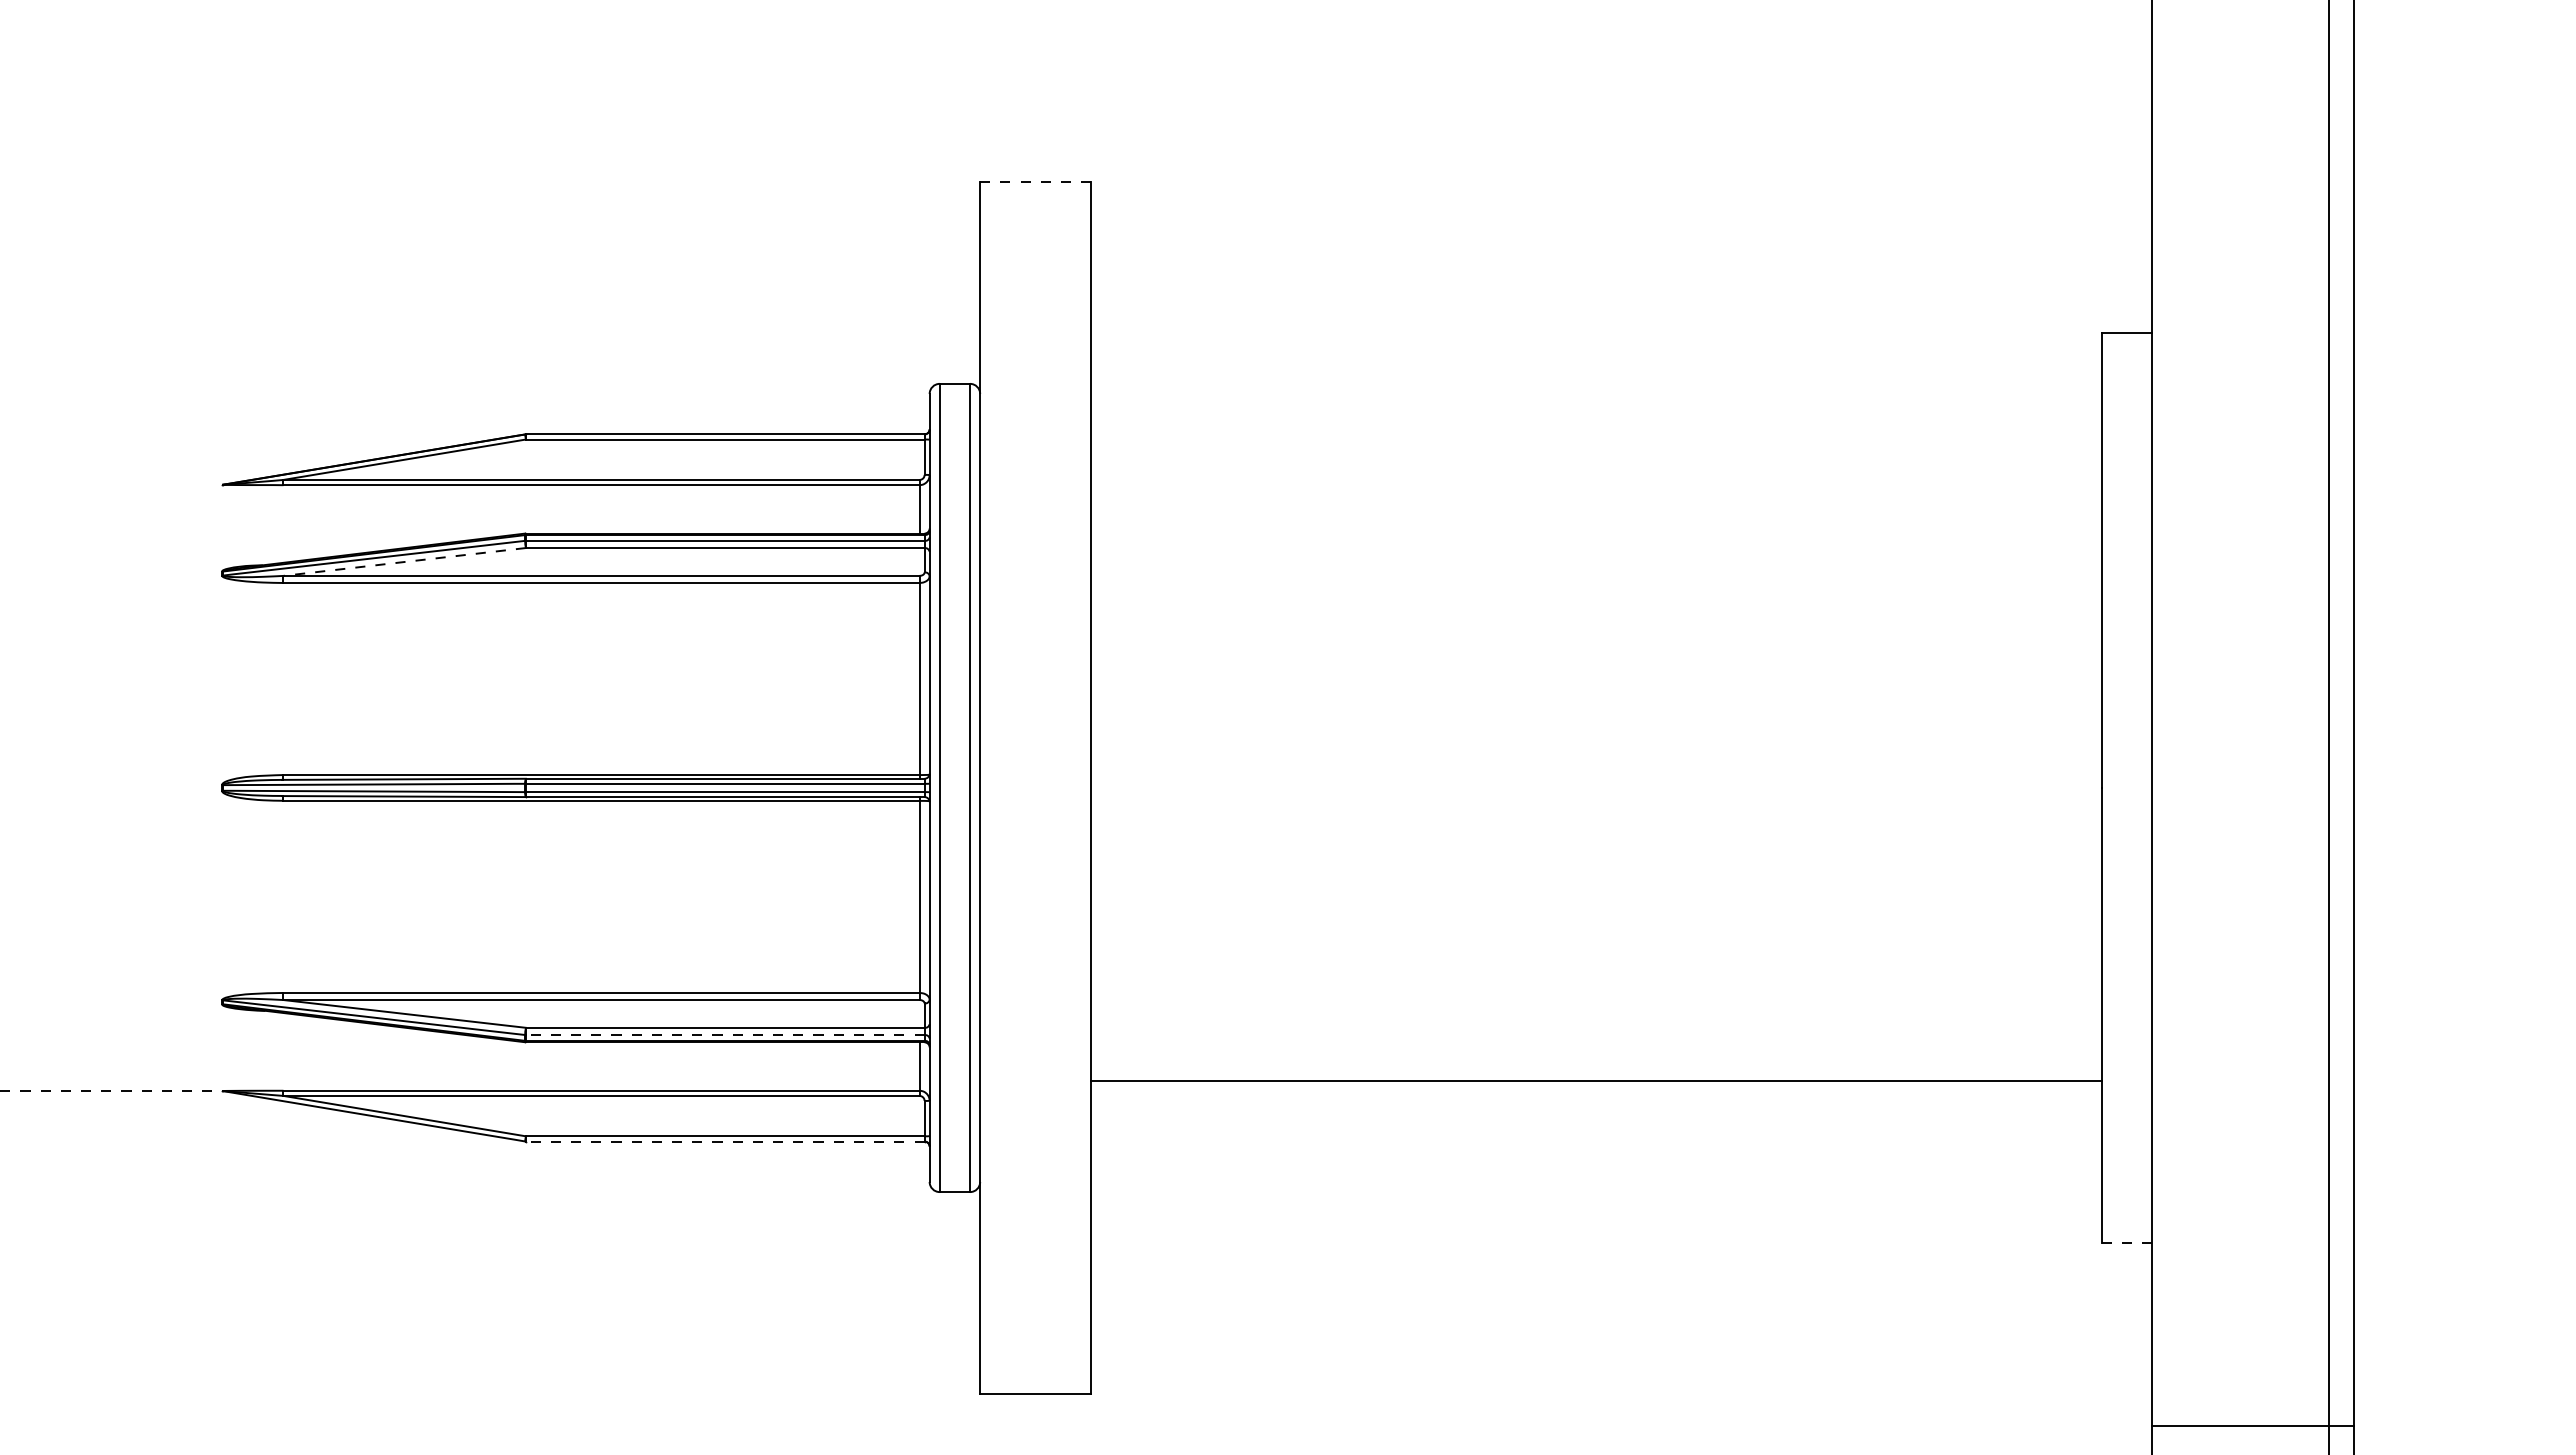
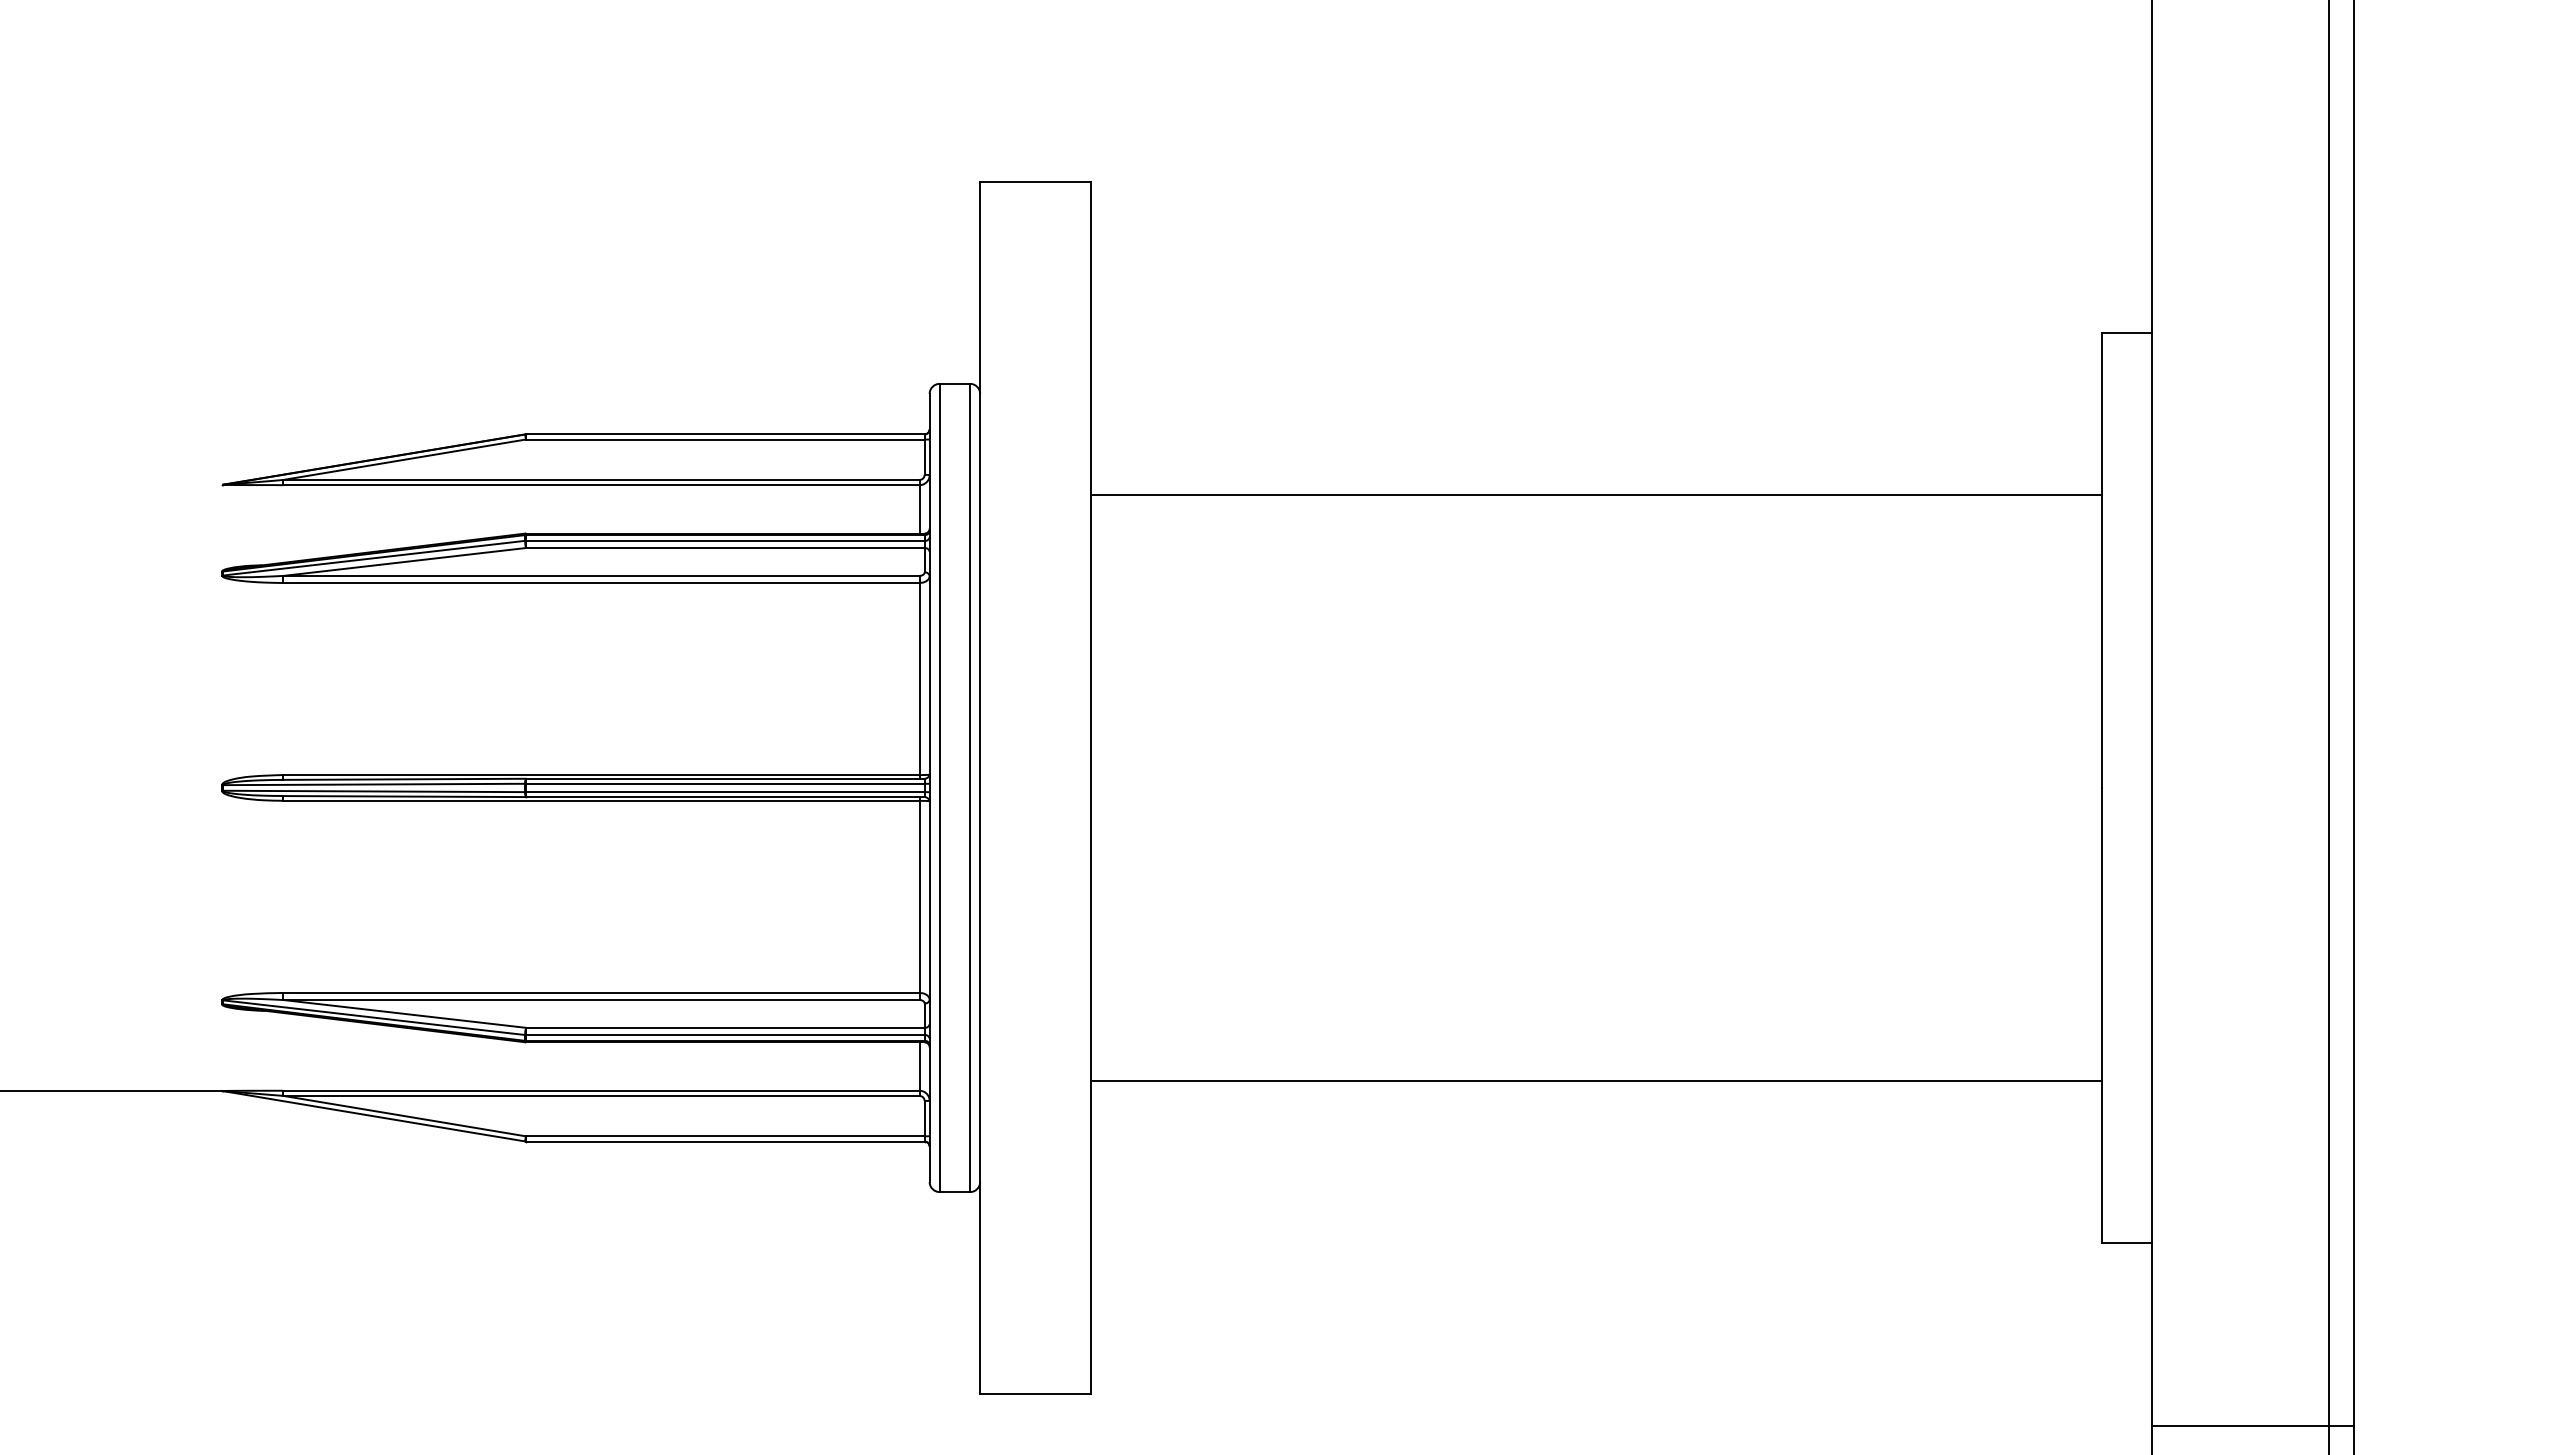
line at (1035, 181): dashed -> solid
line at (1596, 495): none -> present
line at (404, 562): dashed -> solid
line at (724, 1035): dashed -> solid
line at (111, 1091): dashed -> solid
line at (724, 1141): dashed -> solid
line at (2127, 1242): dashed -> solid
